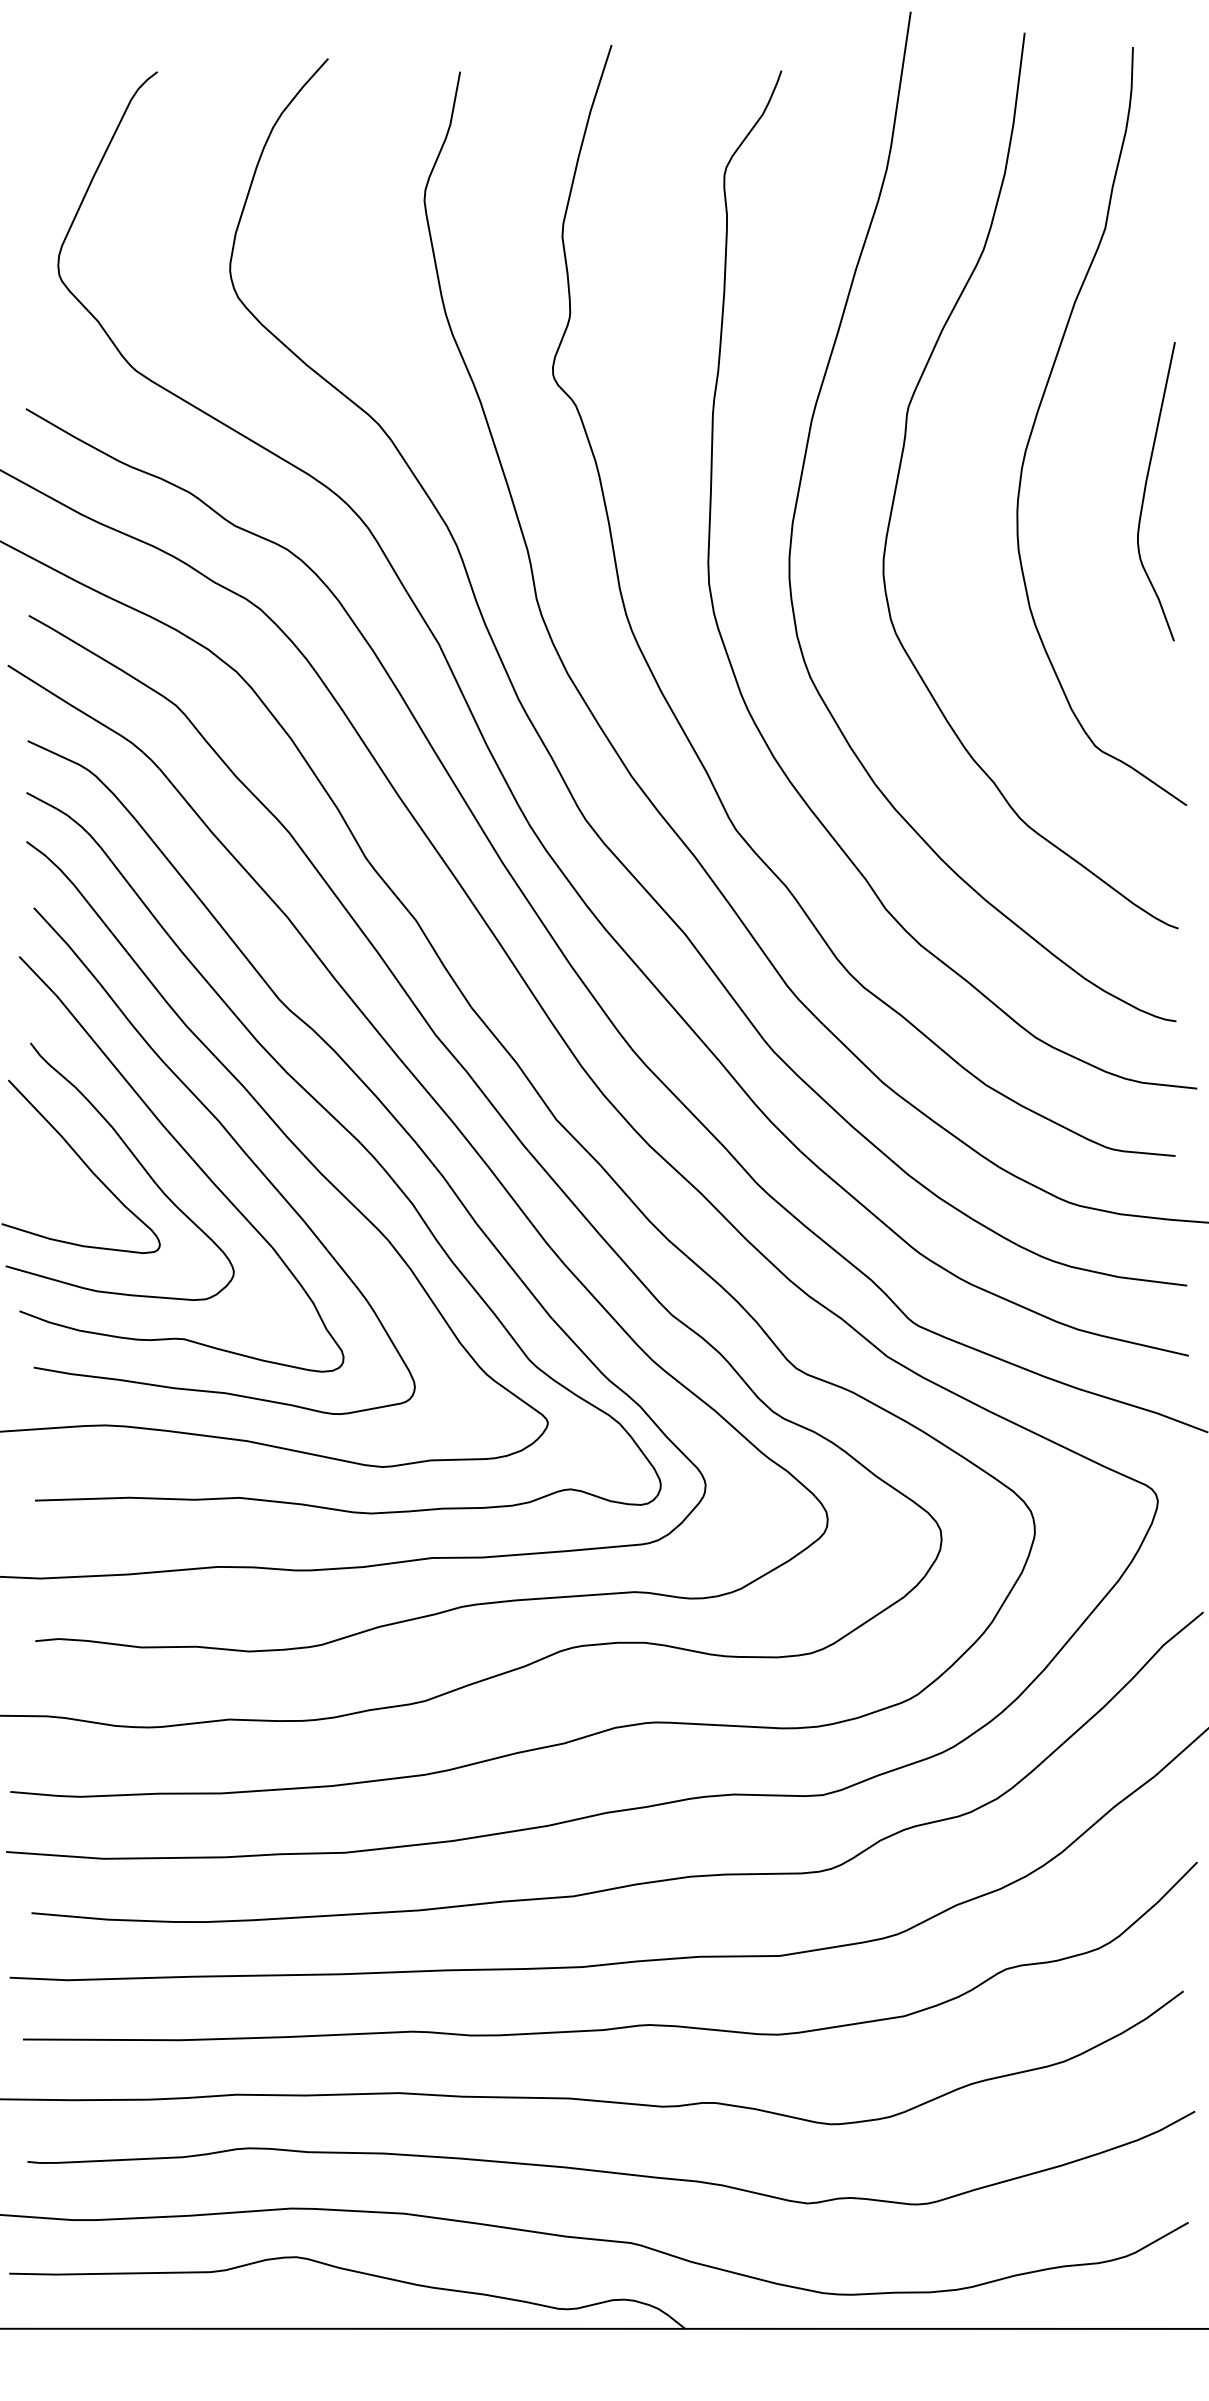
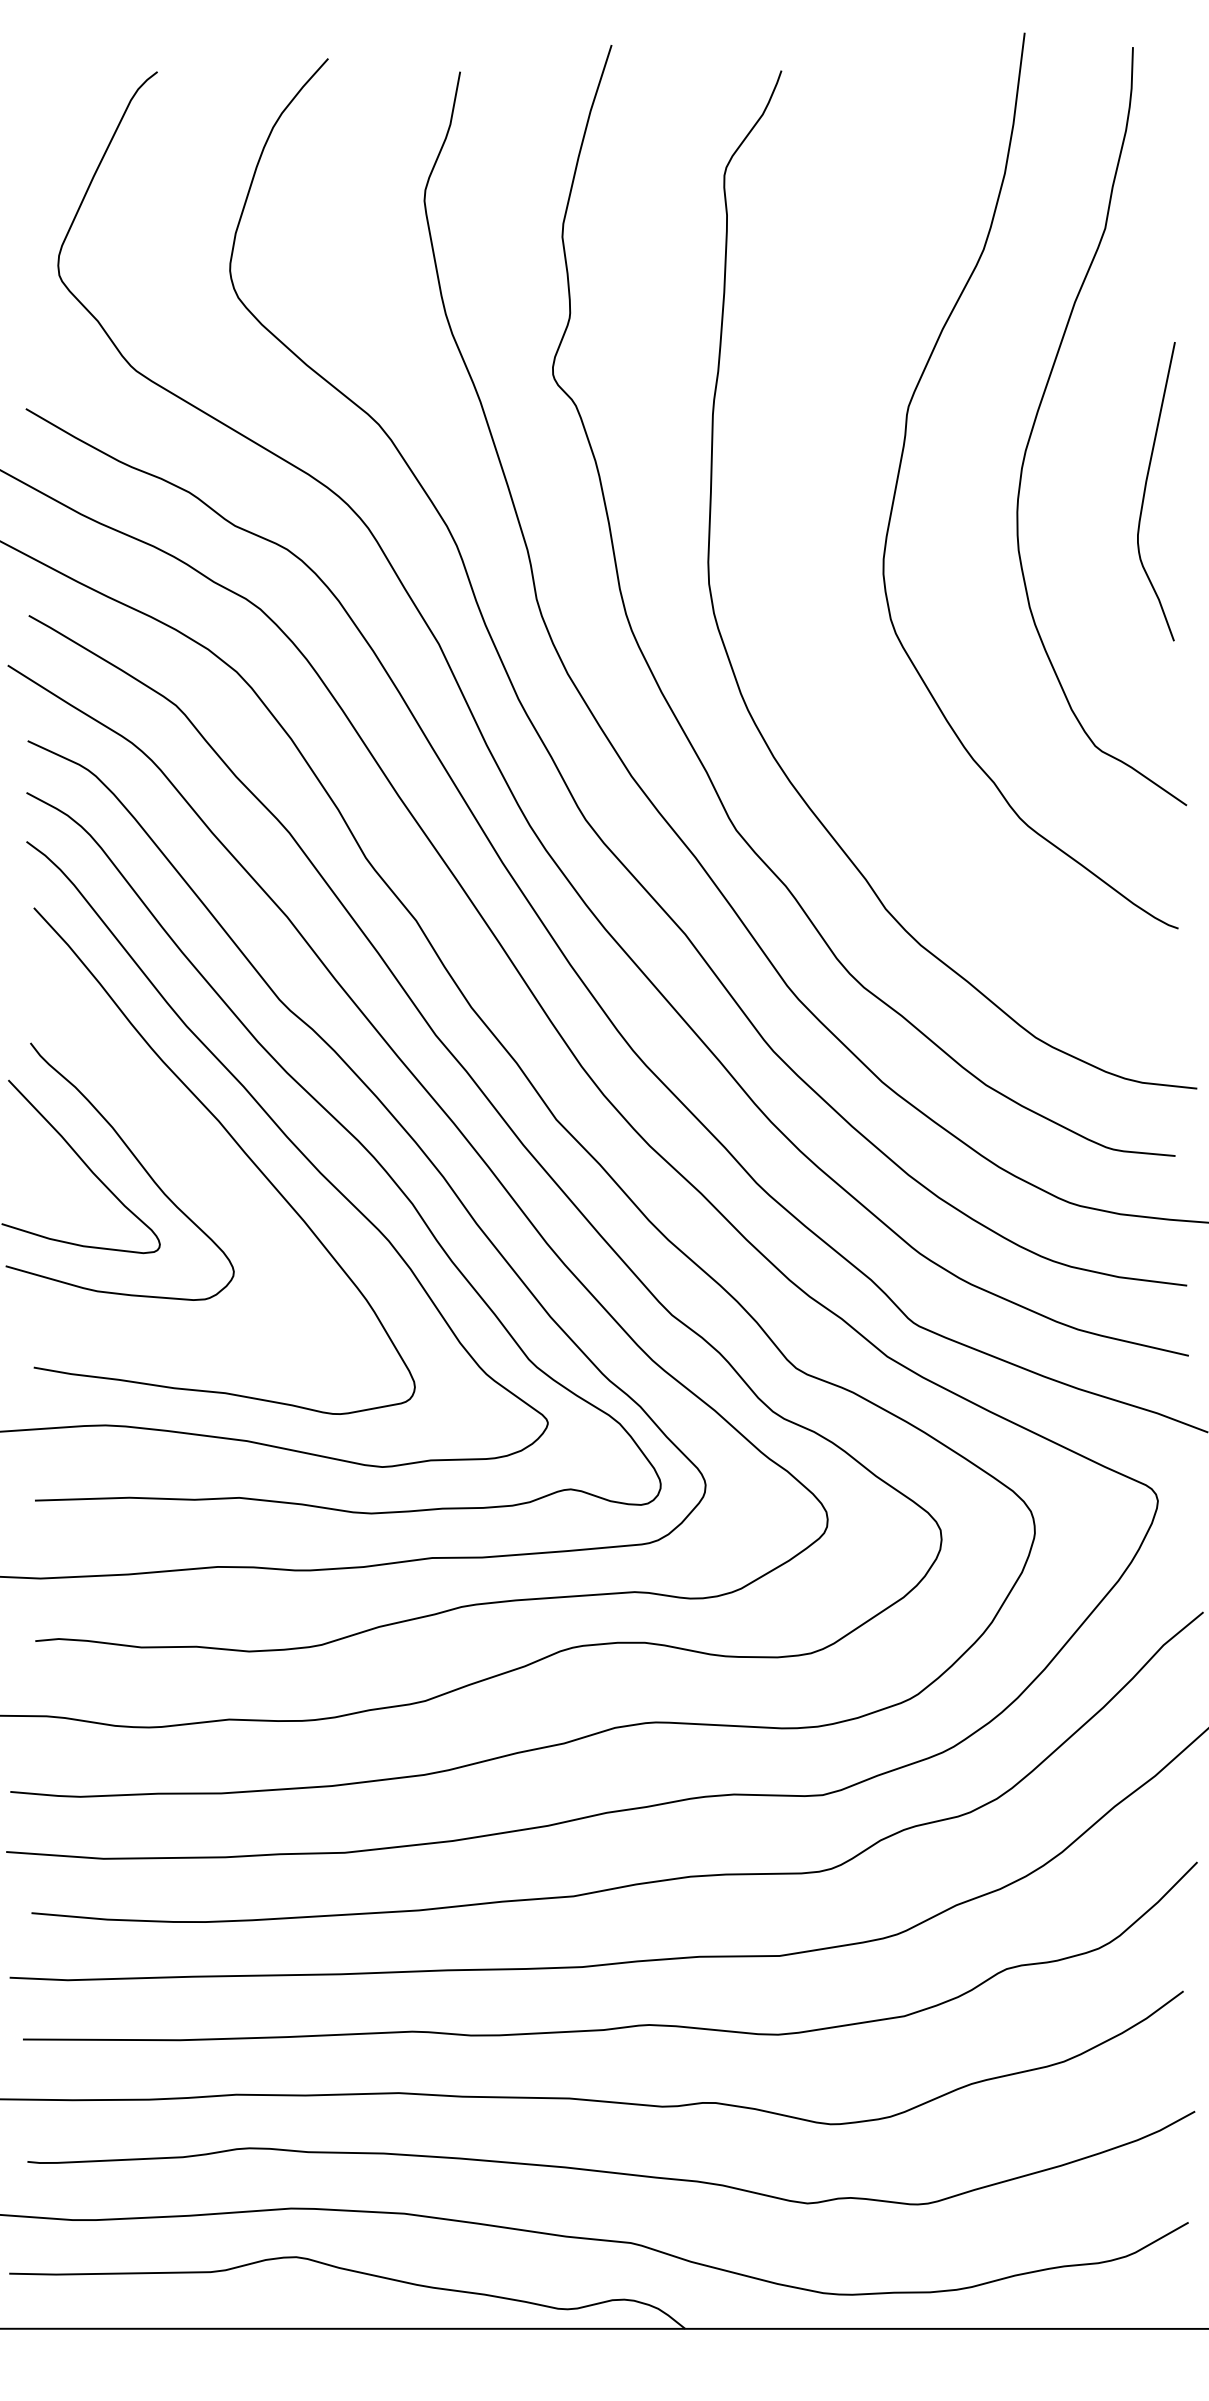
curve at (801, 482): present -> none
curve at (188, 1156): present -> none
